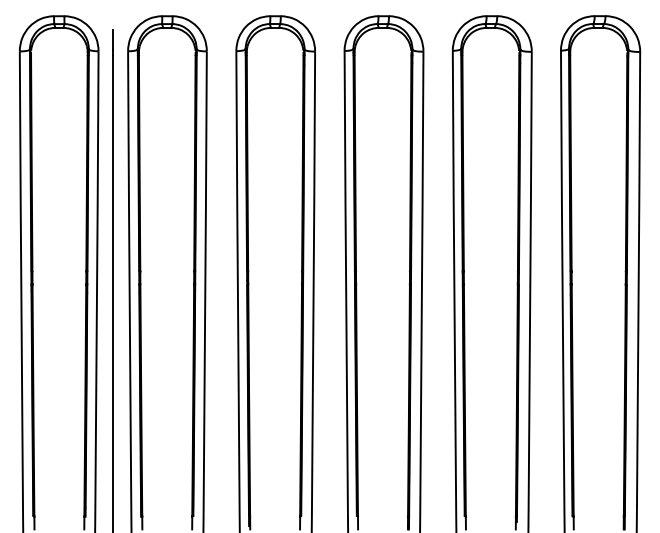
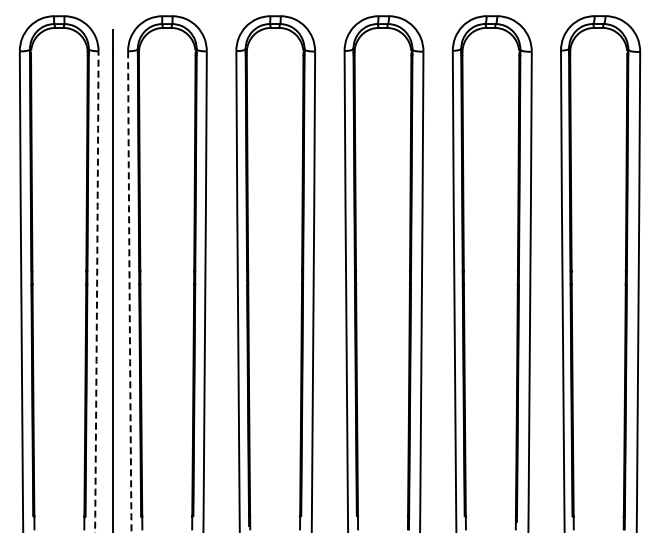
arc at (97, 291): solid -> dashed
arc at (129, 292): solid -> dashed
